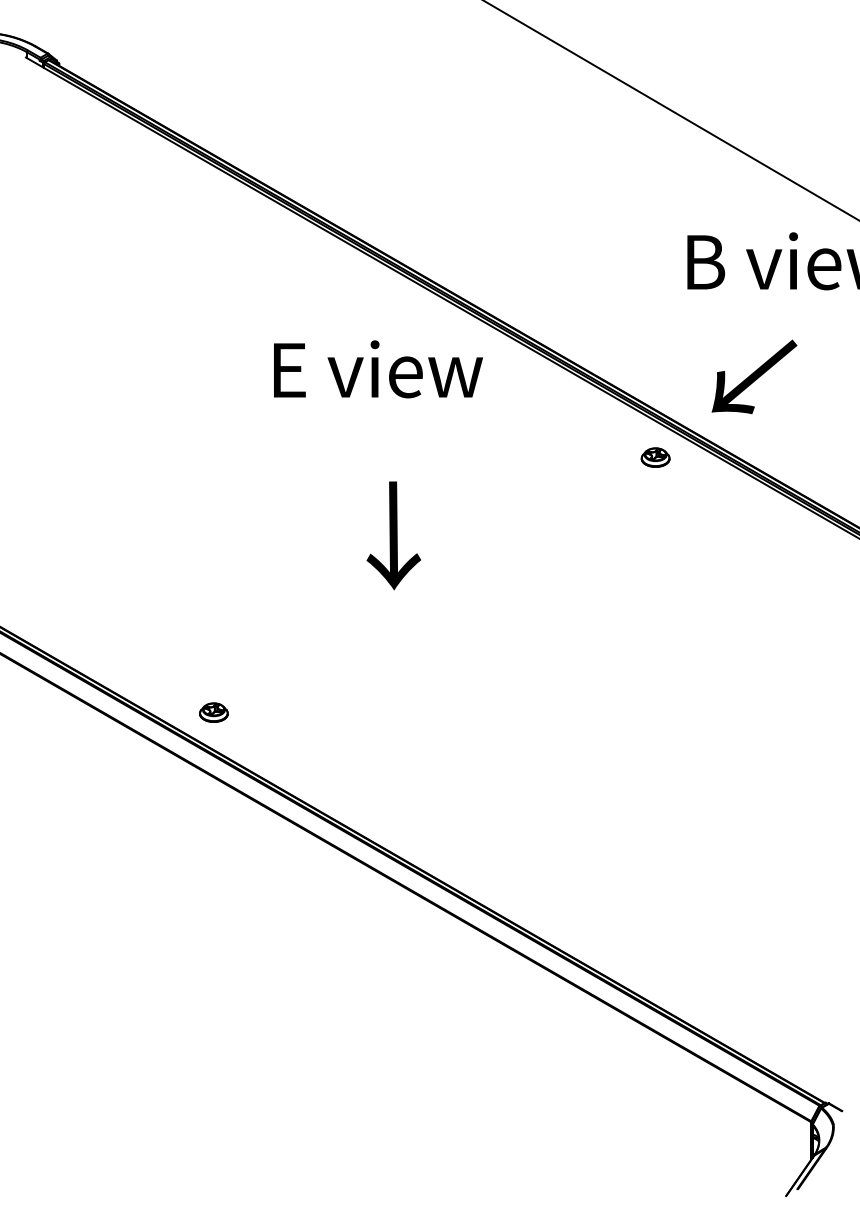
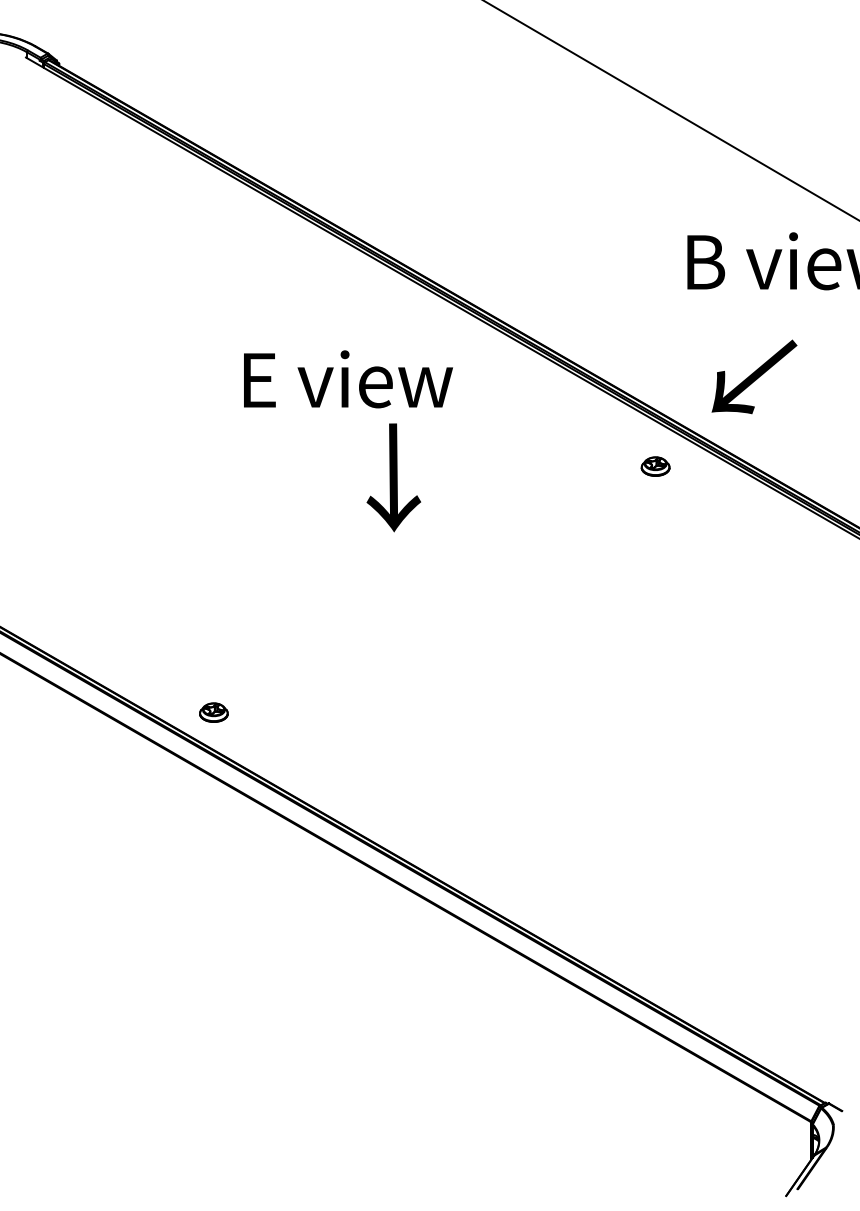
text at (378, 369) position: (378, 369) -> (348, 379)
part at (655, 457) position: (655, 457) -> (655, 466)
text at (393, 535) position: (393, 535) -> (393, 477)
